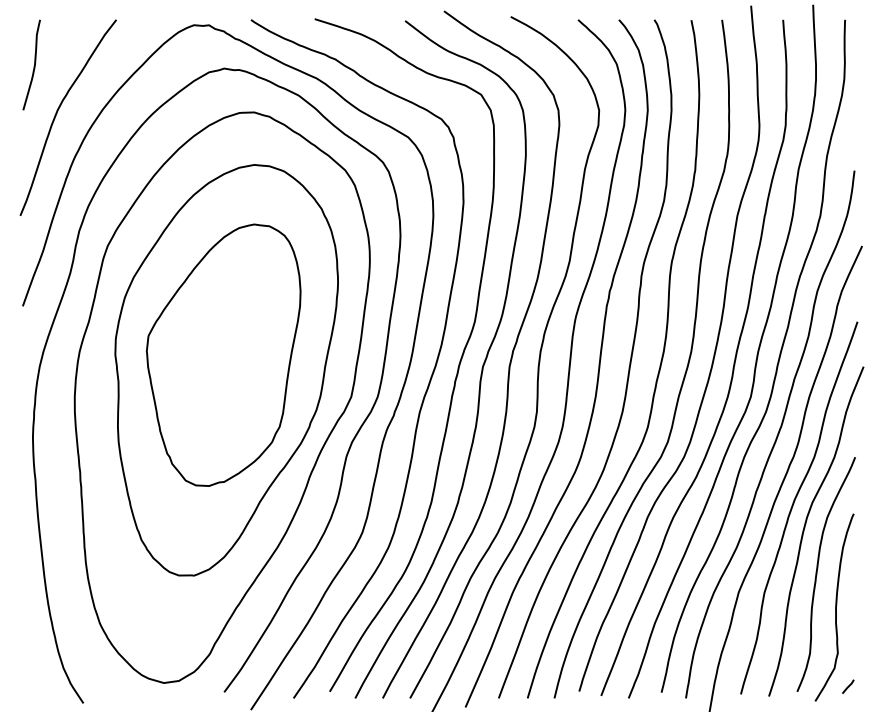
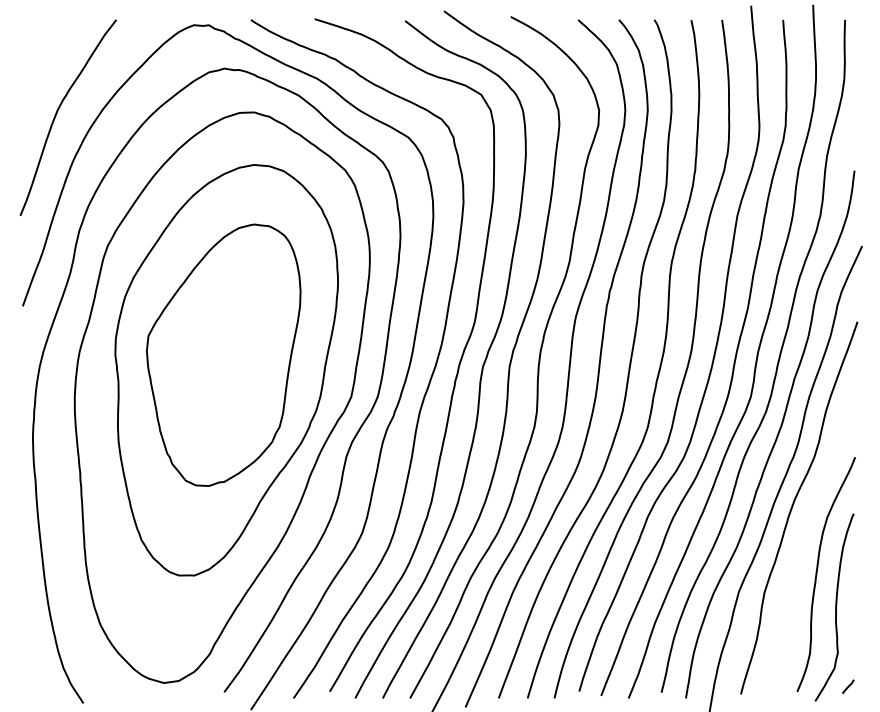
curve at (33, 66): present -> none
curve at (805, 528): present -> none
